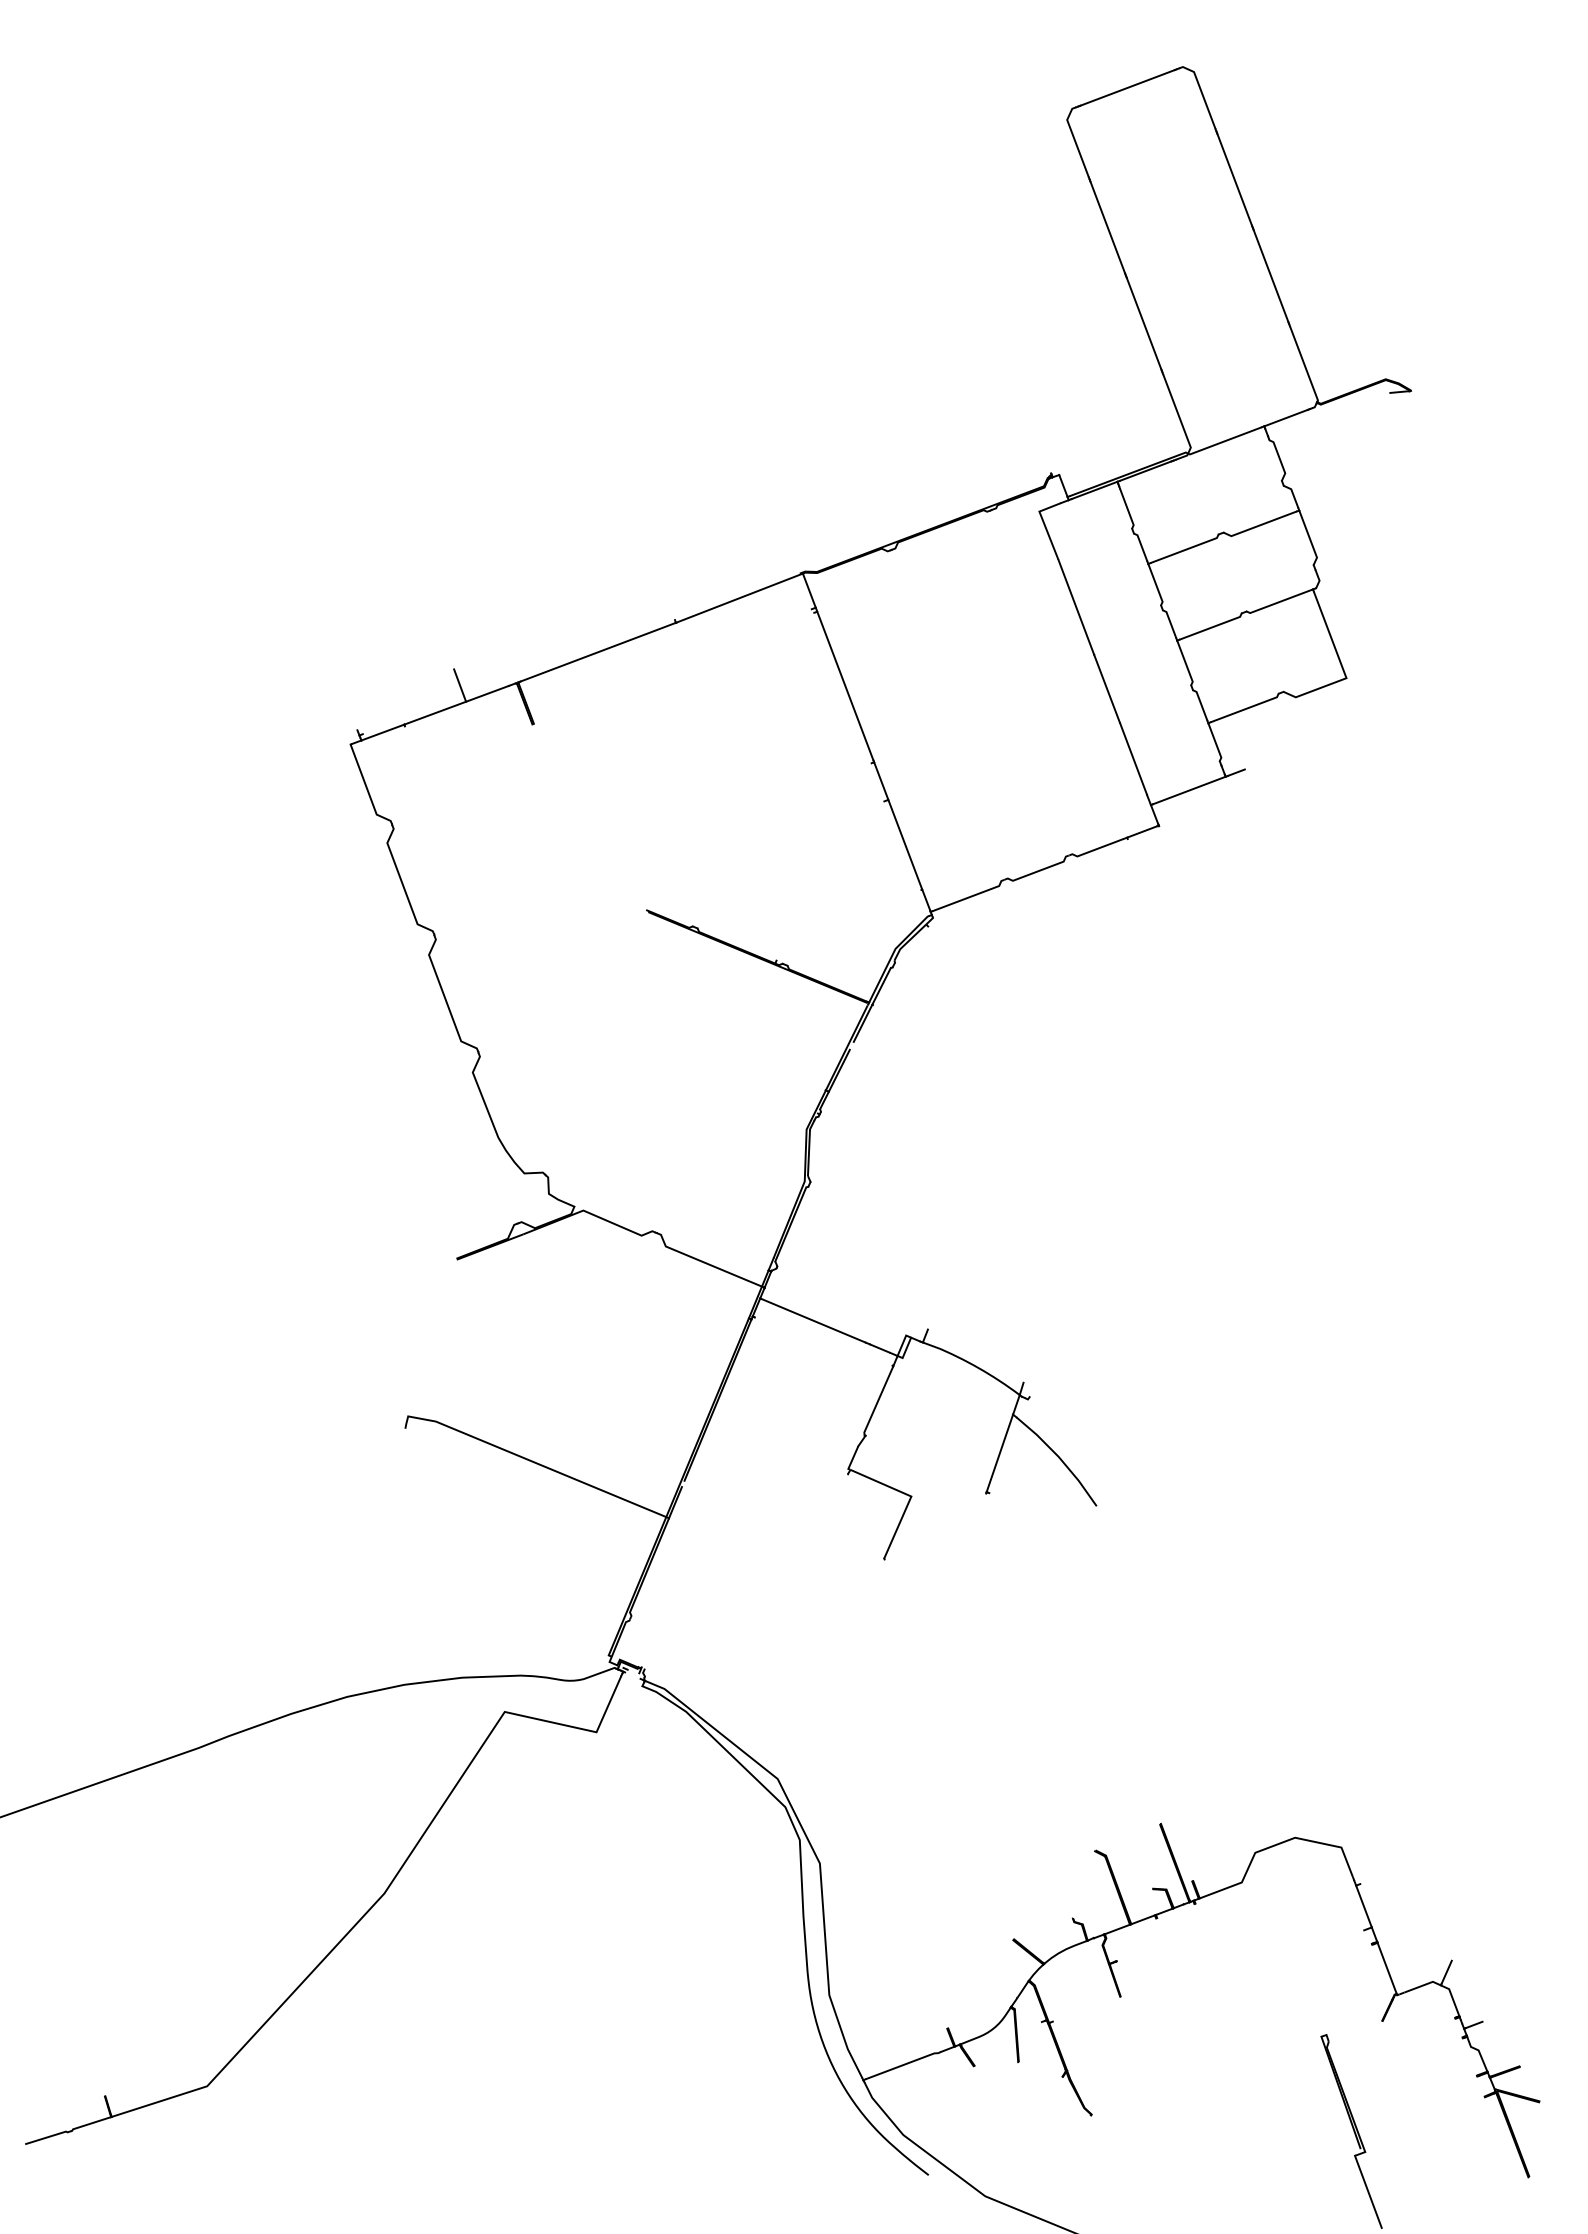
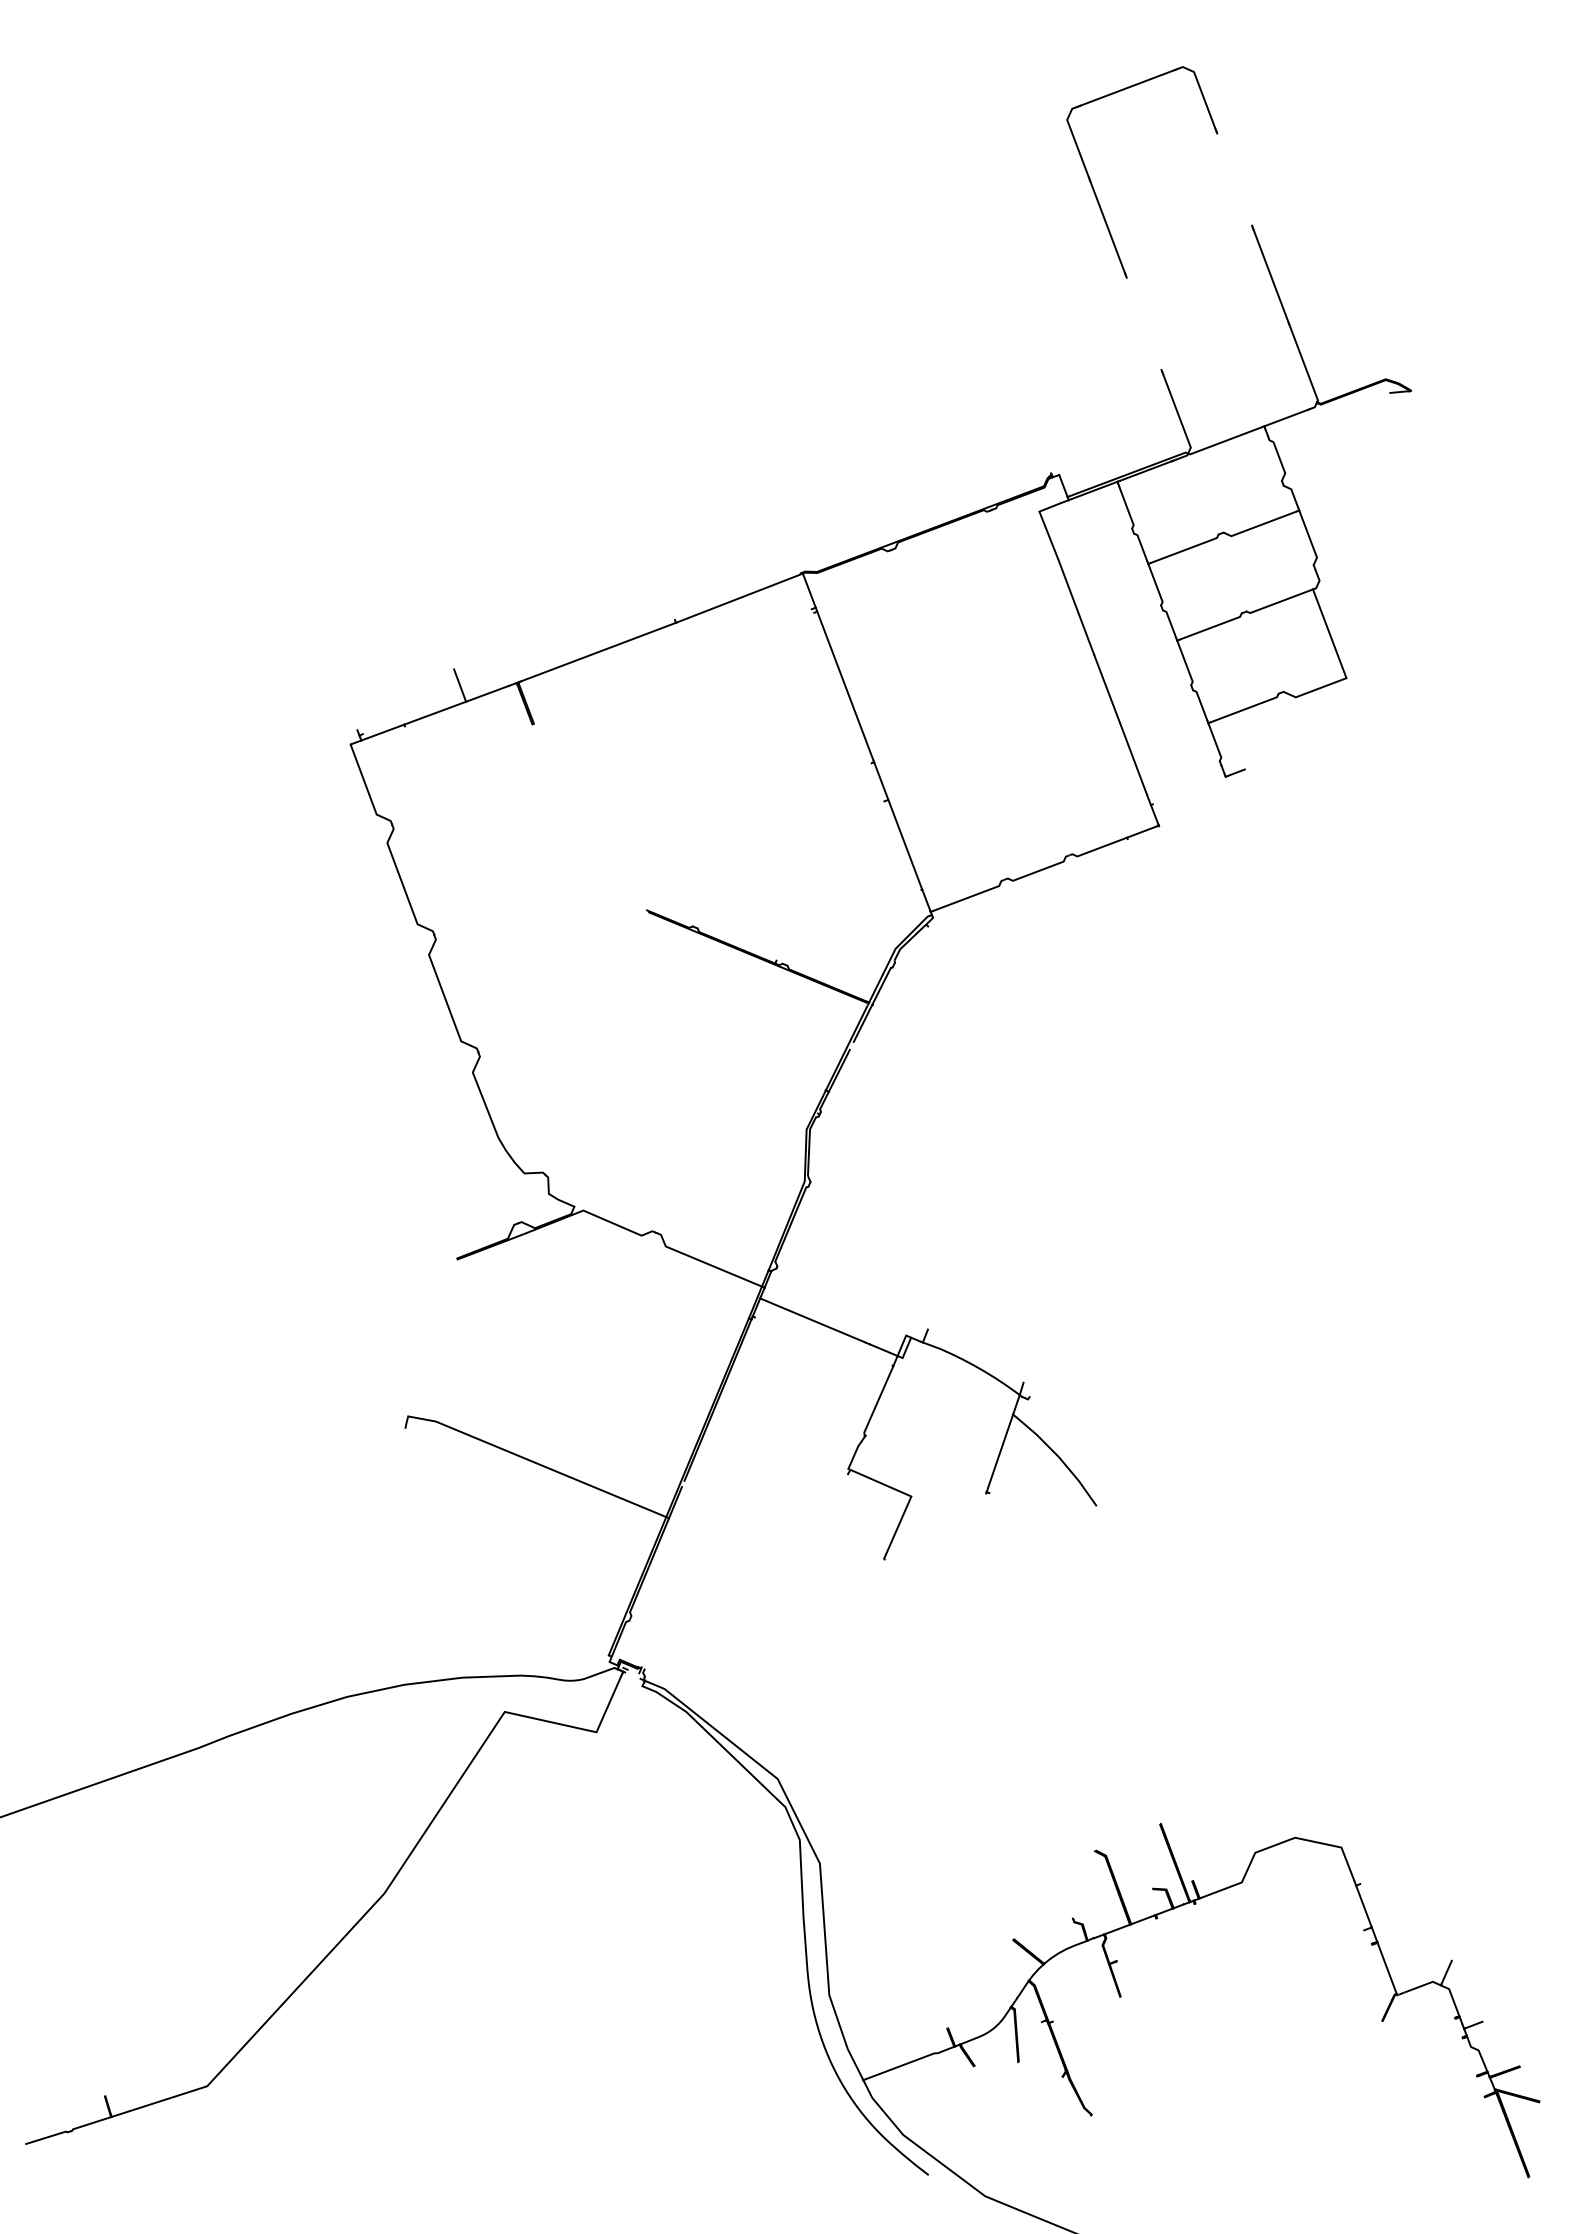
line at (1234, 179): present -> none
line at (1143, 323): present -> none
line at (1188, 790): present -> none
part at (1351, 2131): present -> none
